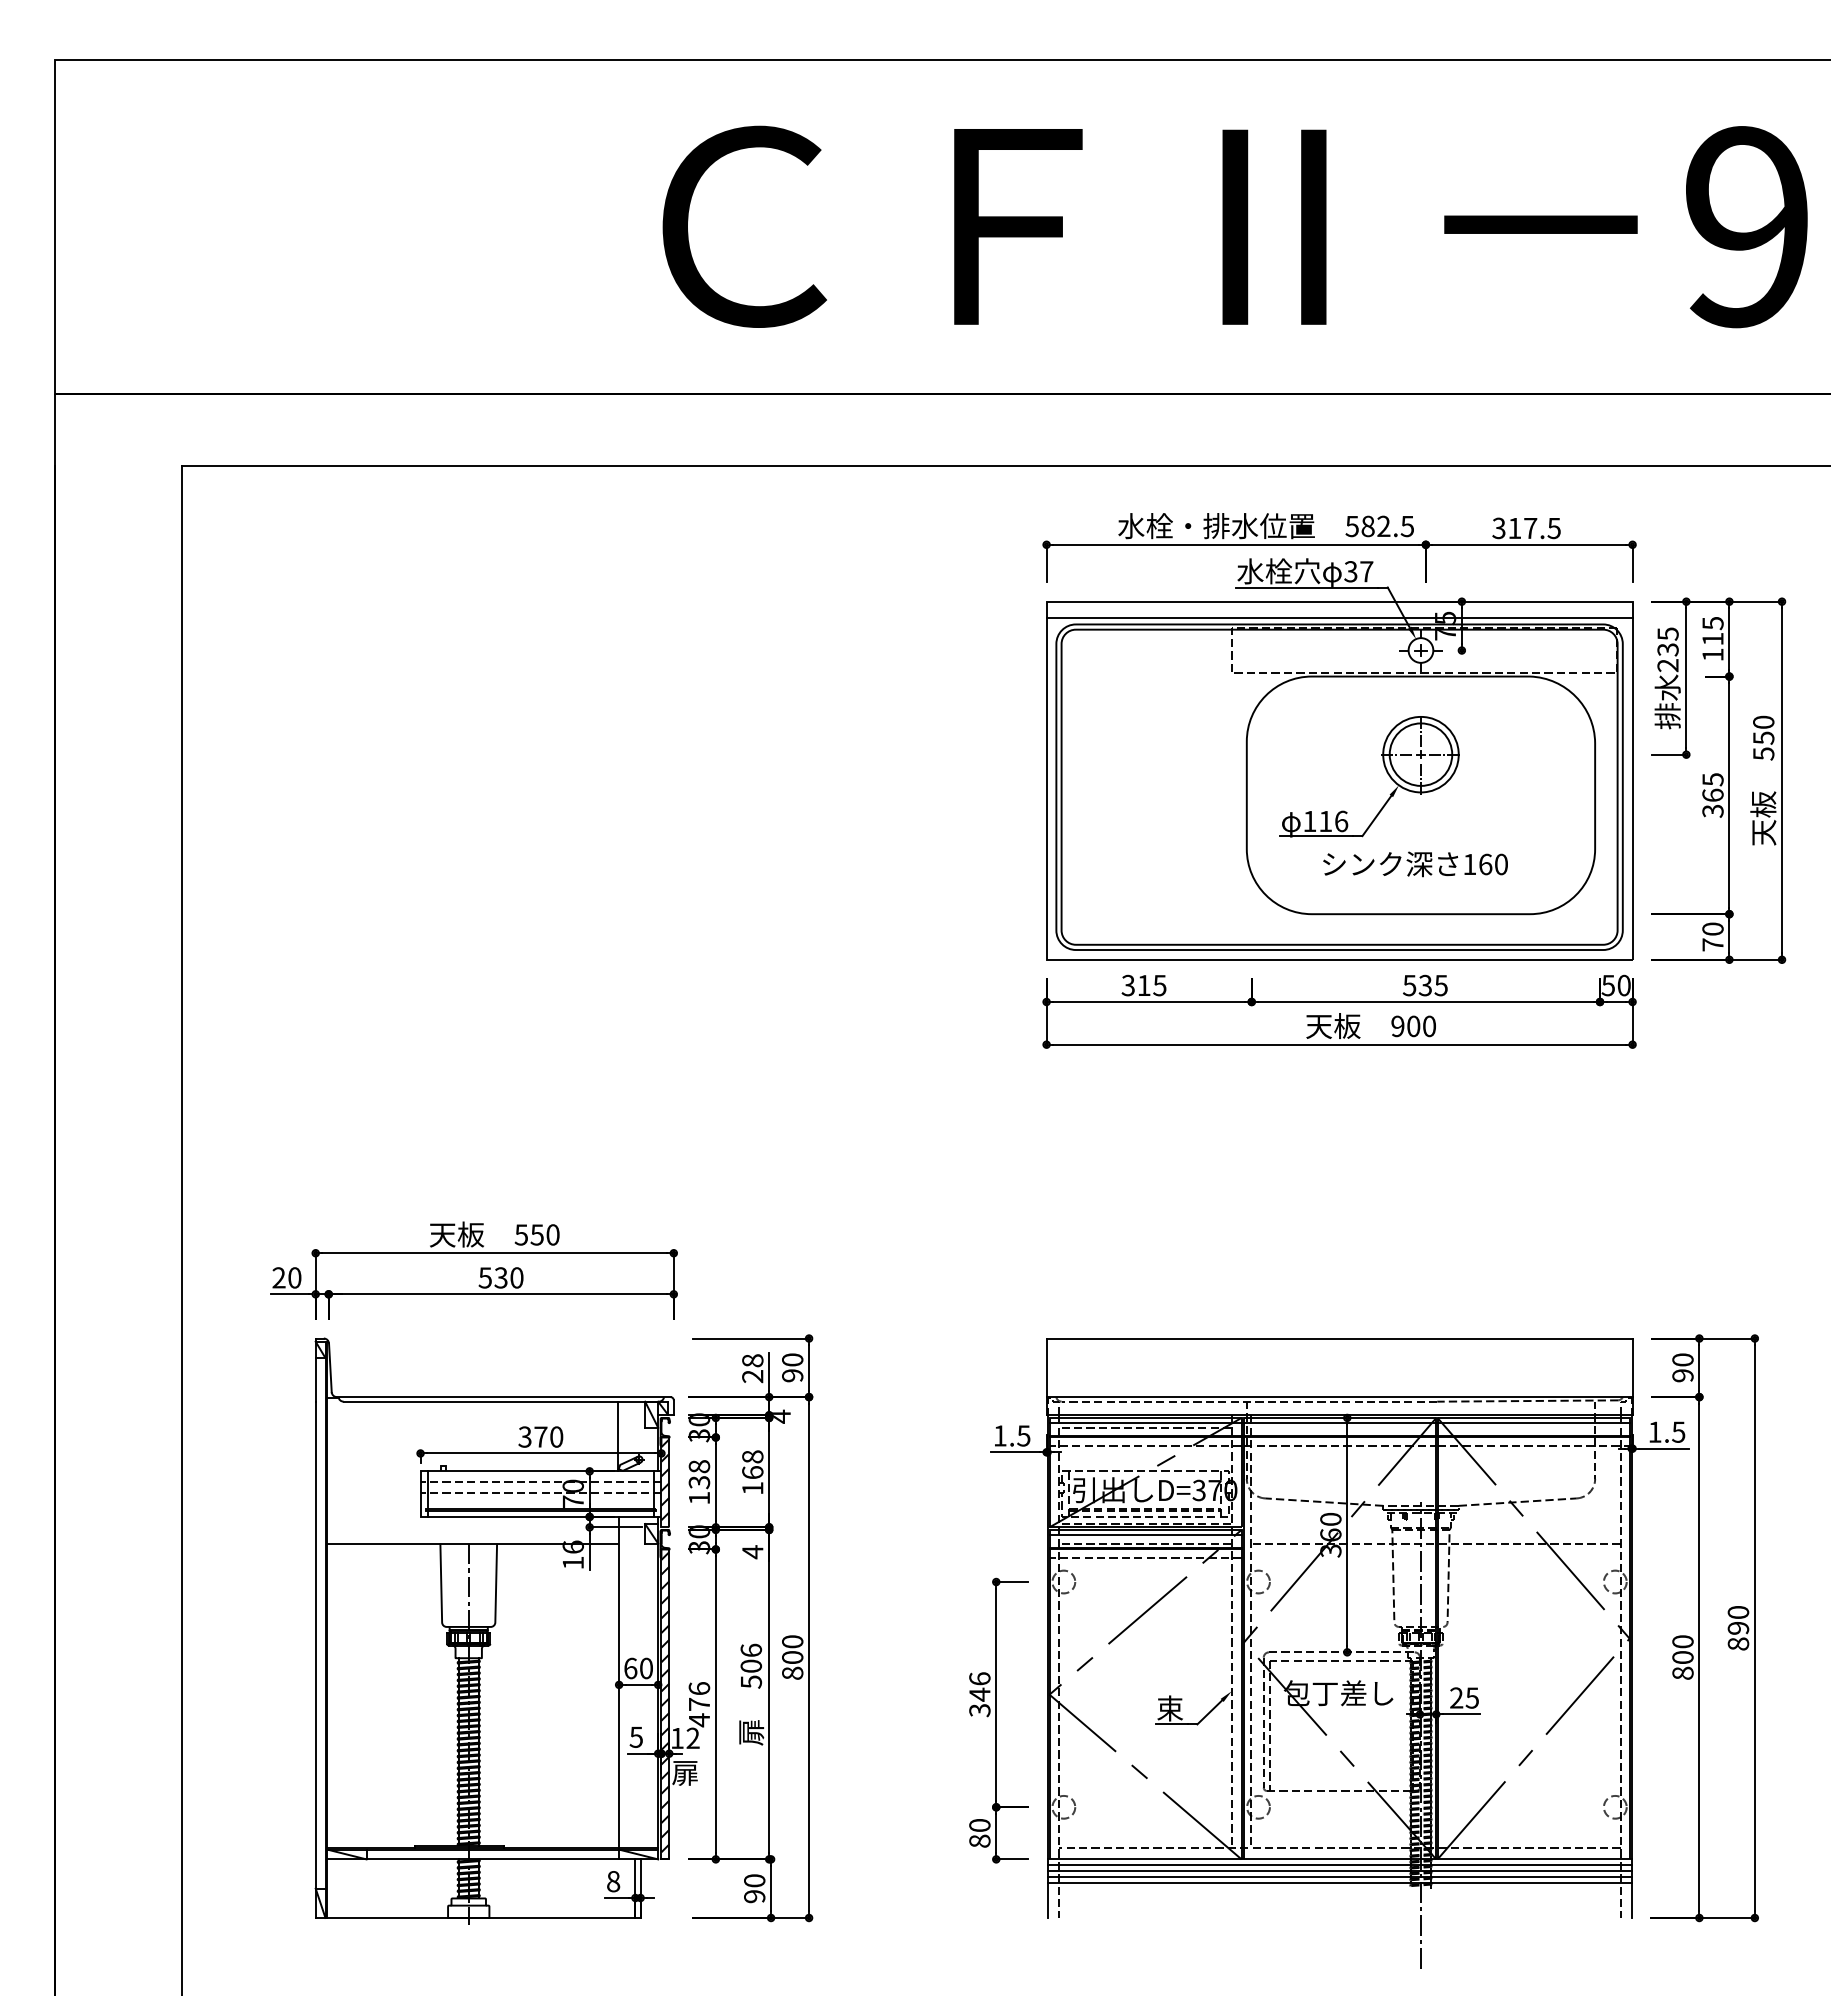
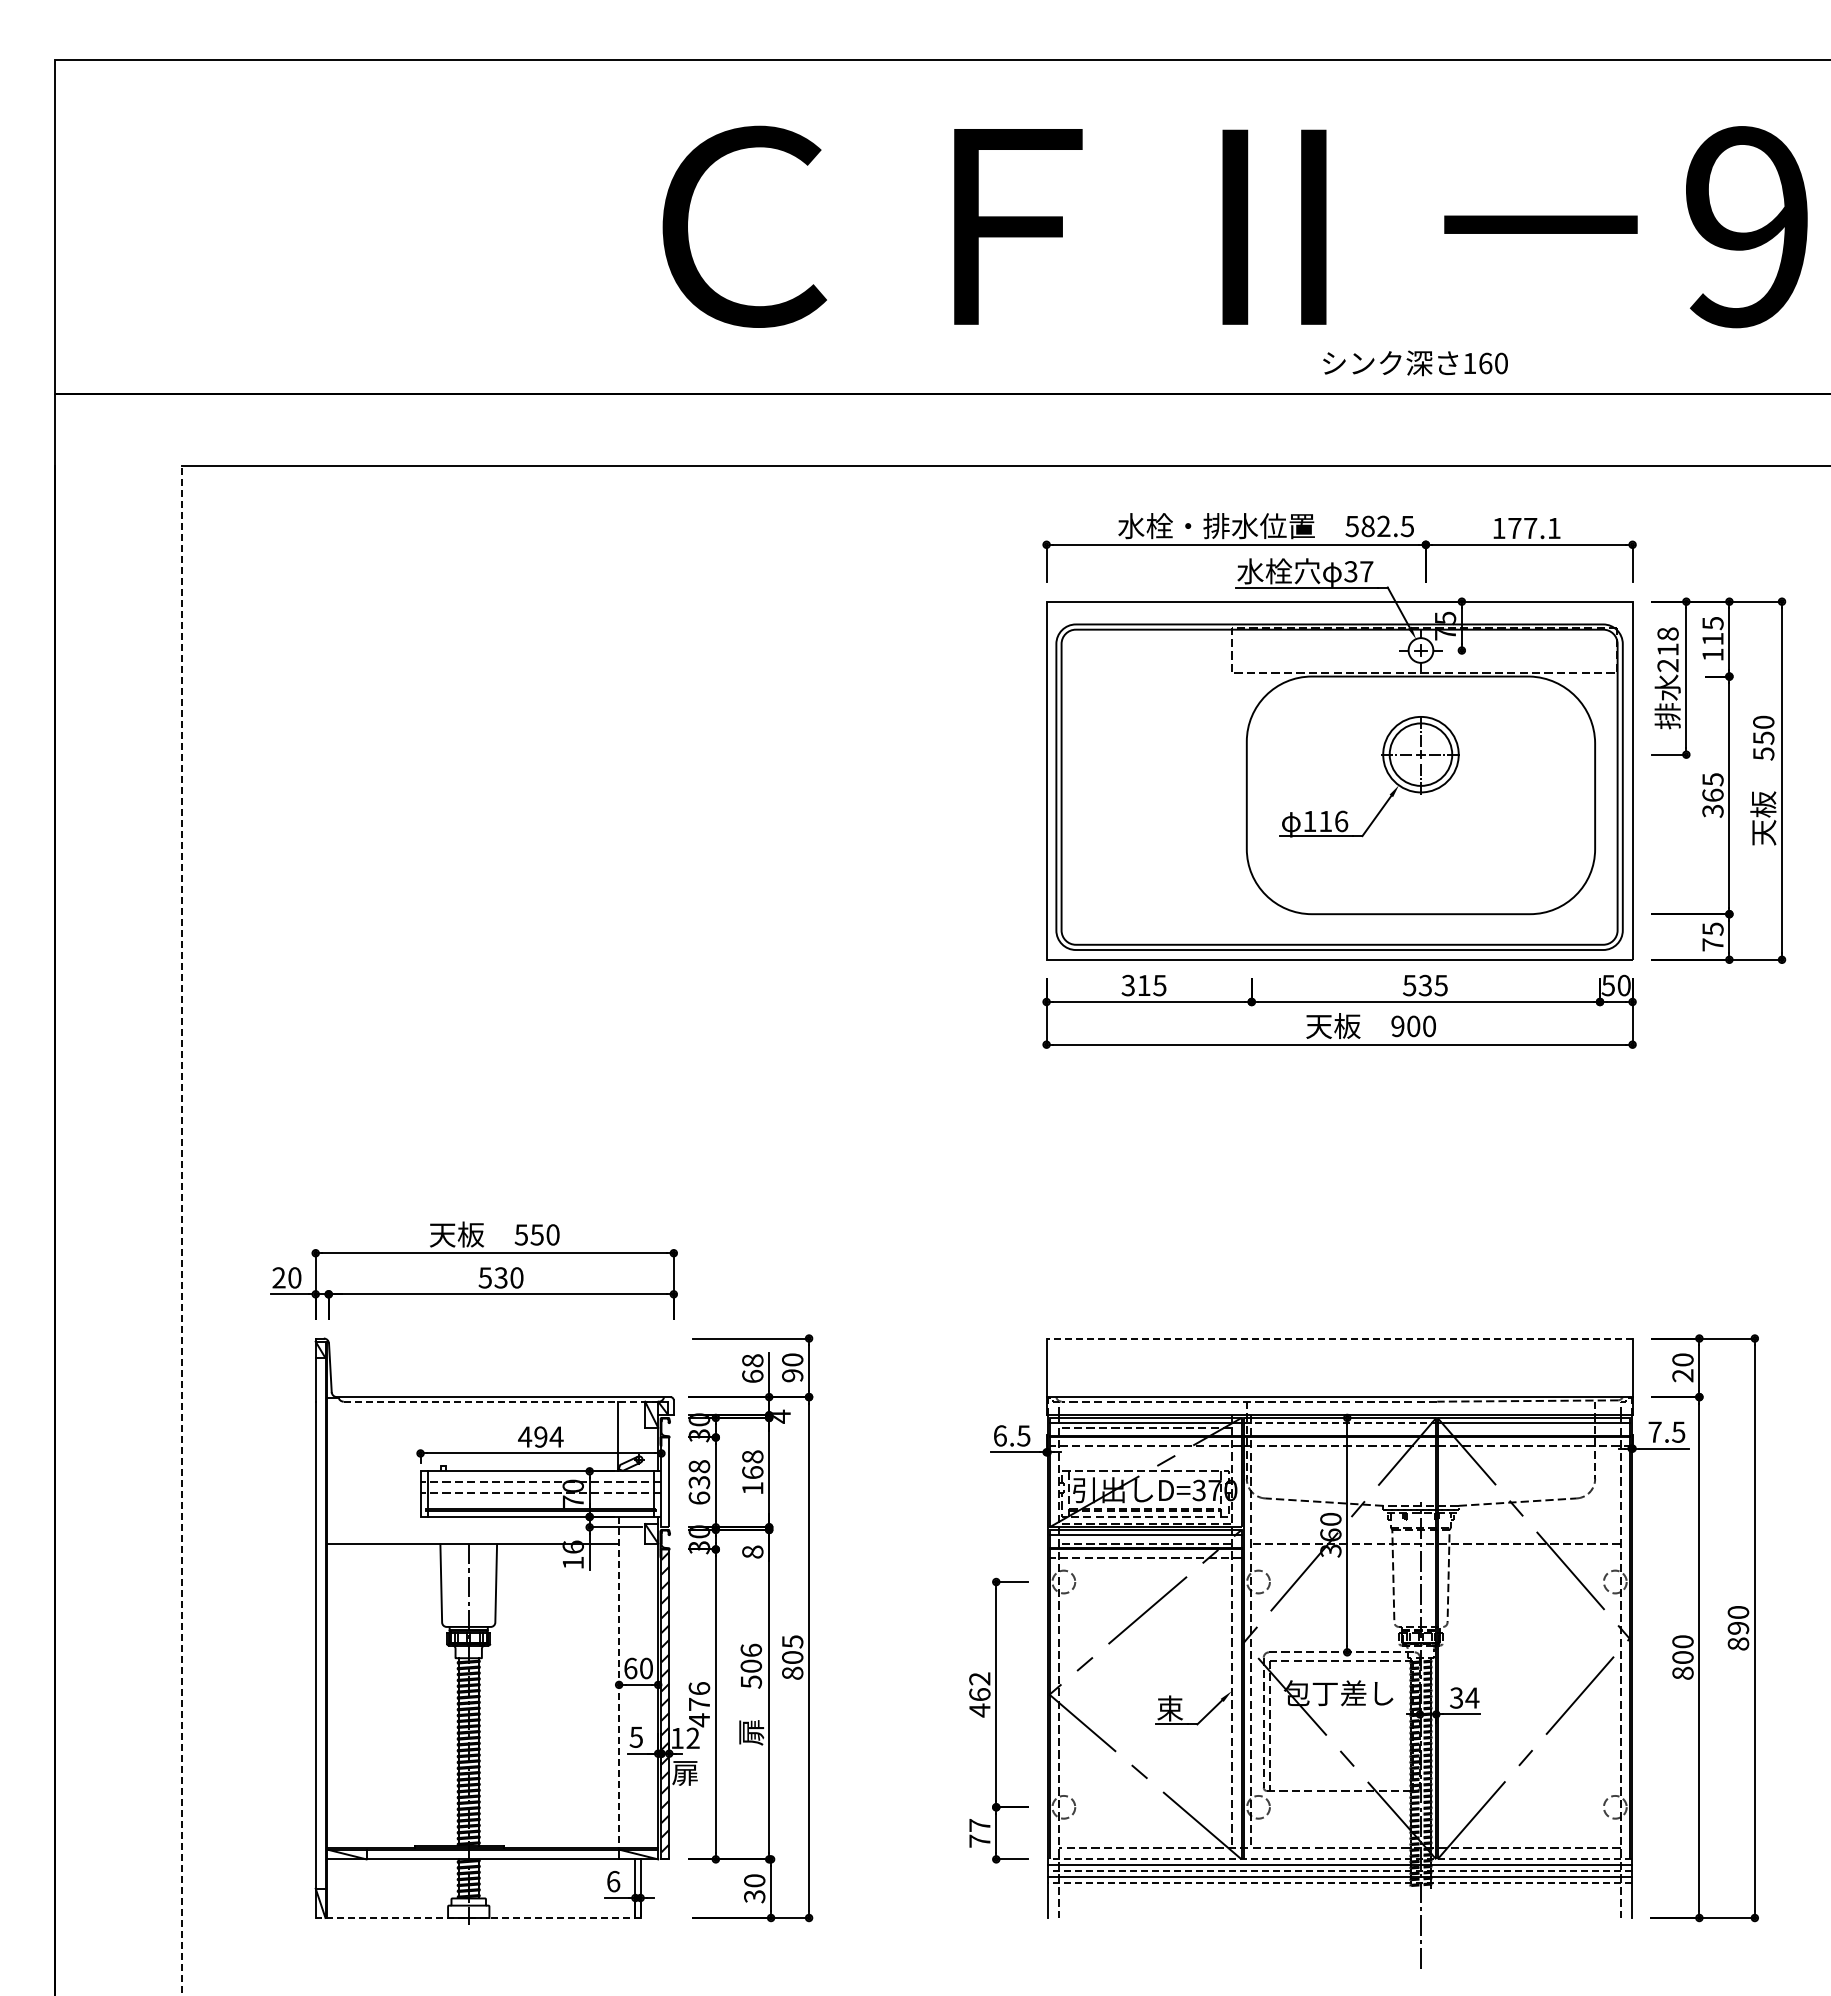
text at (1526, 528): 317.5 -> 177.1
line at (1339, 617): present -> none
text at (1667, 641): 235 -> 218
text at (1415, 864) position: (1415, 864) -> (1415, 363)
text at (1712, 928): 70 -> 75
line at (182, 1230): solid -> dashed
line at (1339, 1338): solid -> dashed
text at (1682, 1375): 90 -> 20
text at (752, 1376): 28 -> 68
line at (501, 1401): solid -> dashed
line at (1340, 1423): solid -> dashed
text at (1654, 1431): 1.5 -> 7.5
text at (1000, 1435): 1.5 -> 6.5
text at (540, 1436): 370 -> 494
hatch at (665, 1483): present -> none
text at (699, 1497): 138 -> 638
text at (752, 1552): 4 -> 8
text at (792, 1641): 800 -> 805
line at (619, 1682): solid -> dashed
text at (979, 1694): 346 -> 462
text at (1464, 1697): 25 -> 34
text at (979, 1833): 80 -> 77
line at (1339, 1859): solid -> dashed
line at (1339, 1871): solid -> dashed
text at (613, 1881): 8 -> 6
line at (1339, 1882): solid -> dashed
text at (754, 1896): 90 -> 30
line at (477, 1917): solid -> dashed
